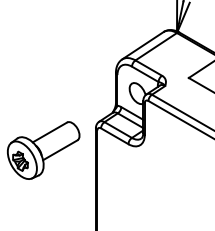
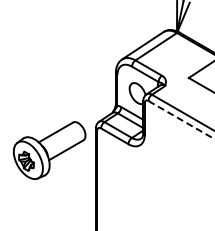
line at (181, 119): solid -> dashed
part at (43, 150) position: (43, 150) -> (49, 150)
